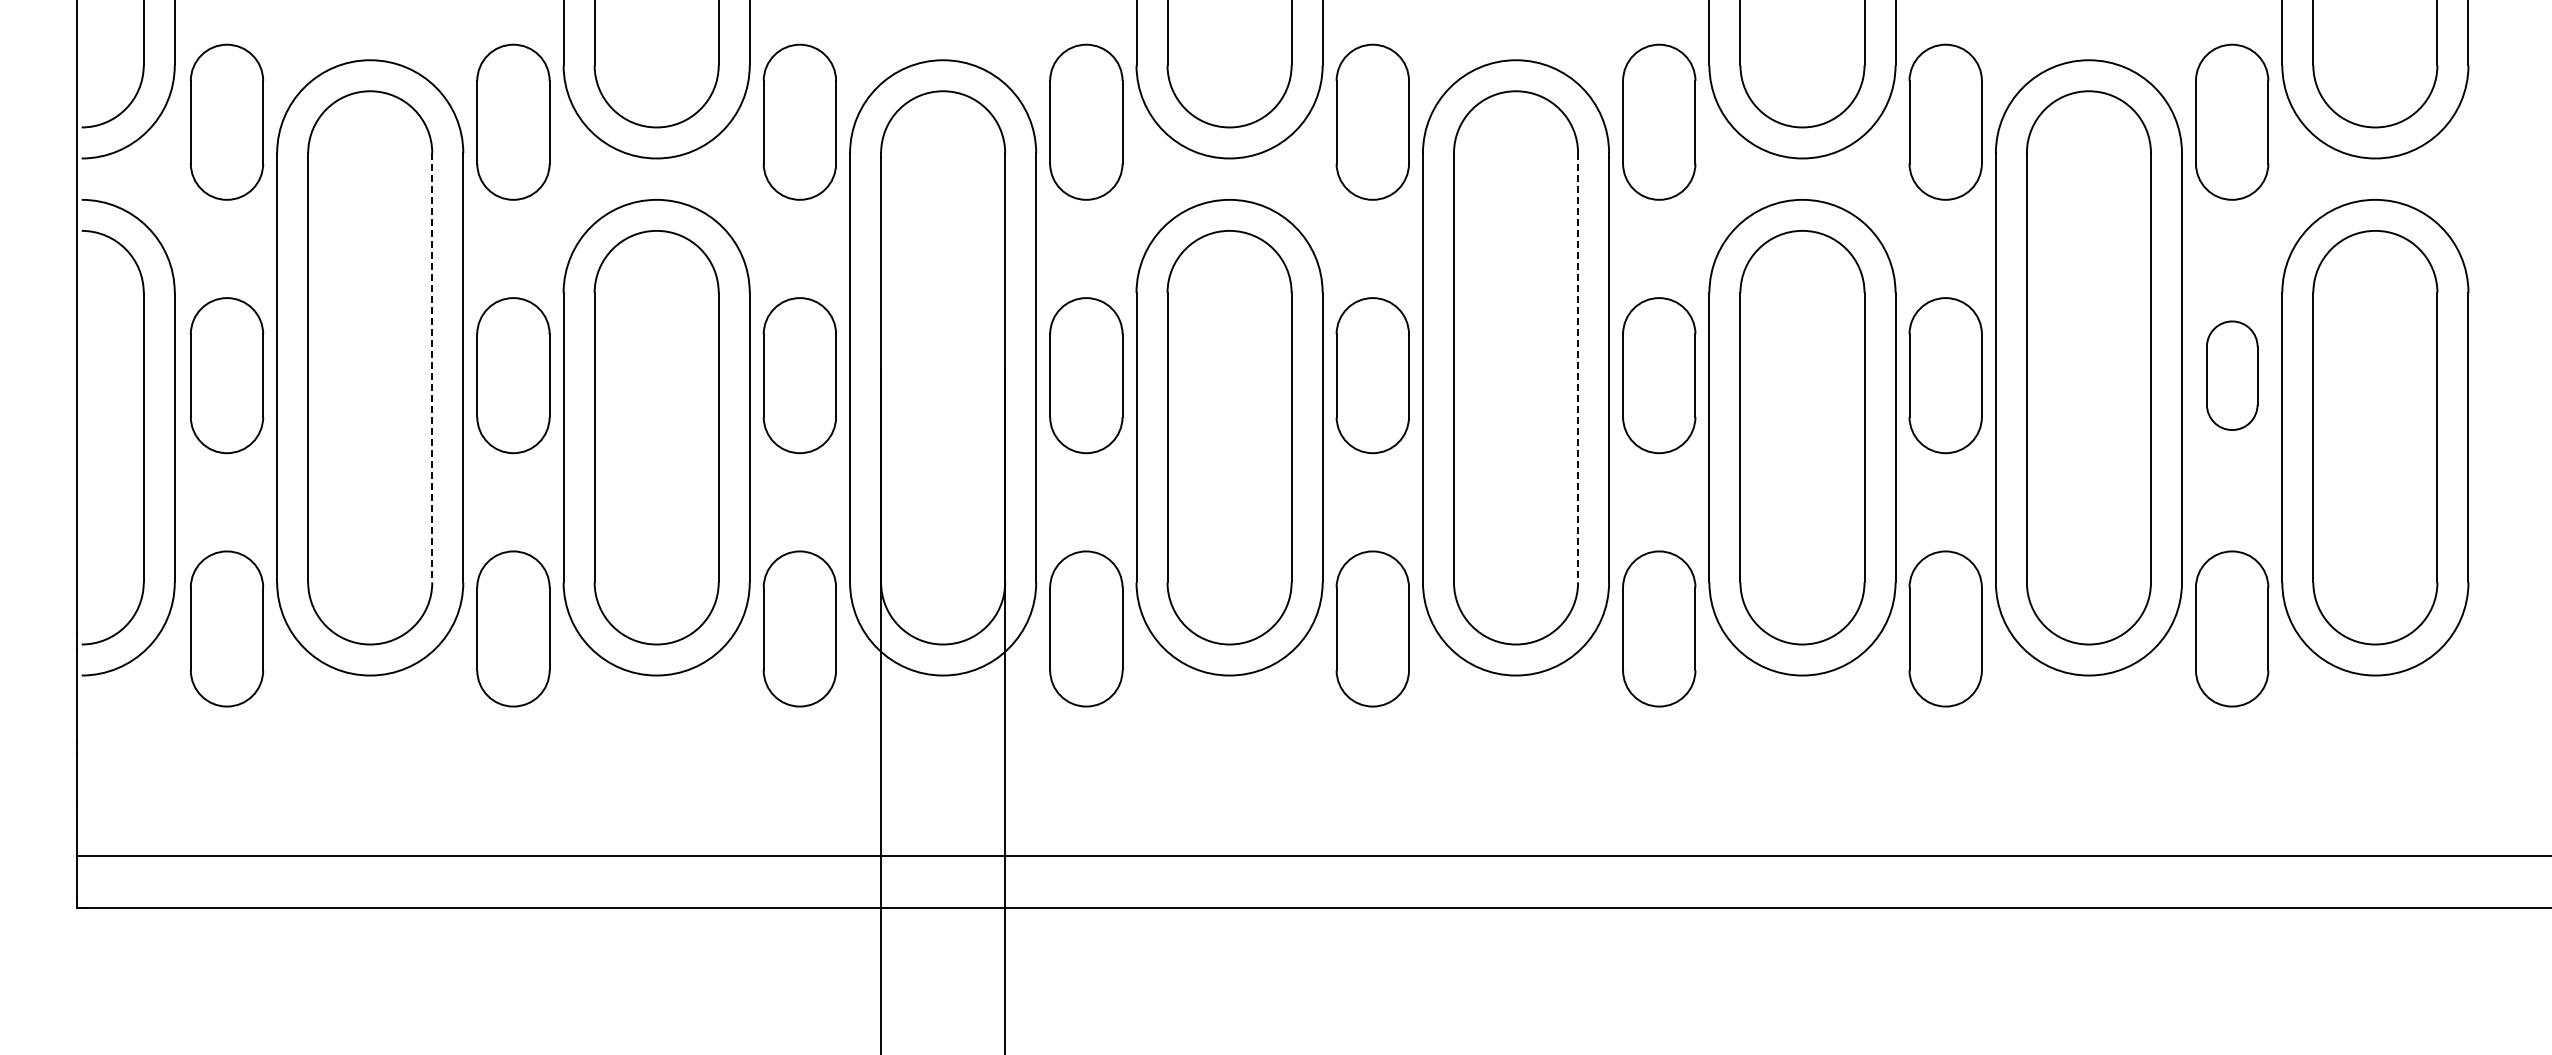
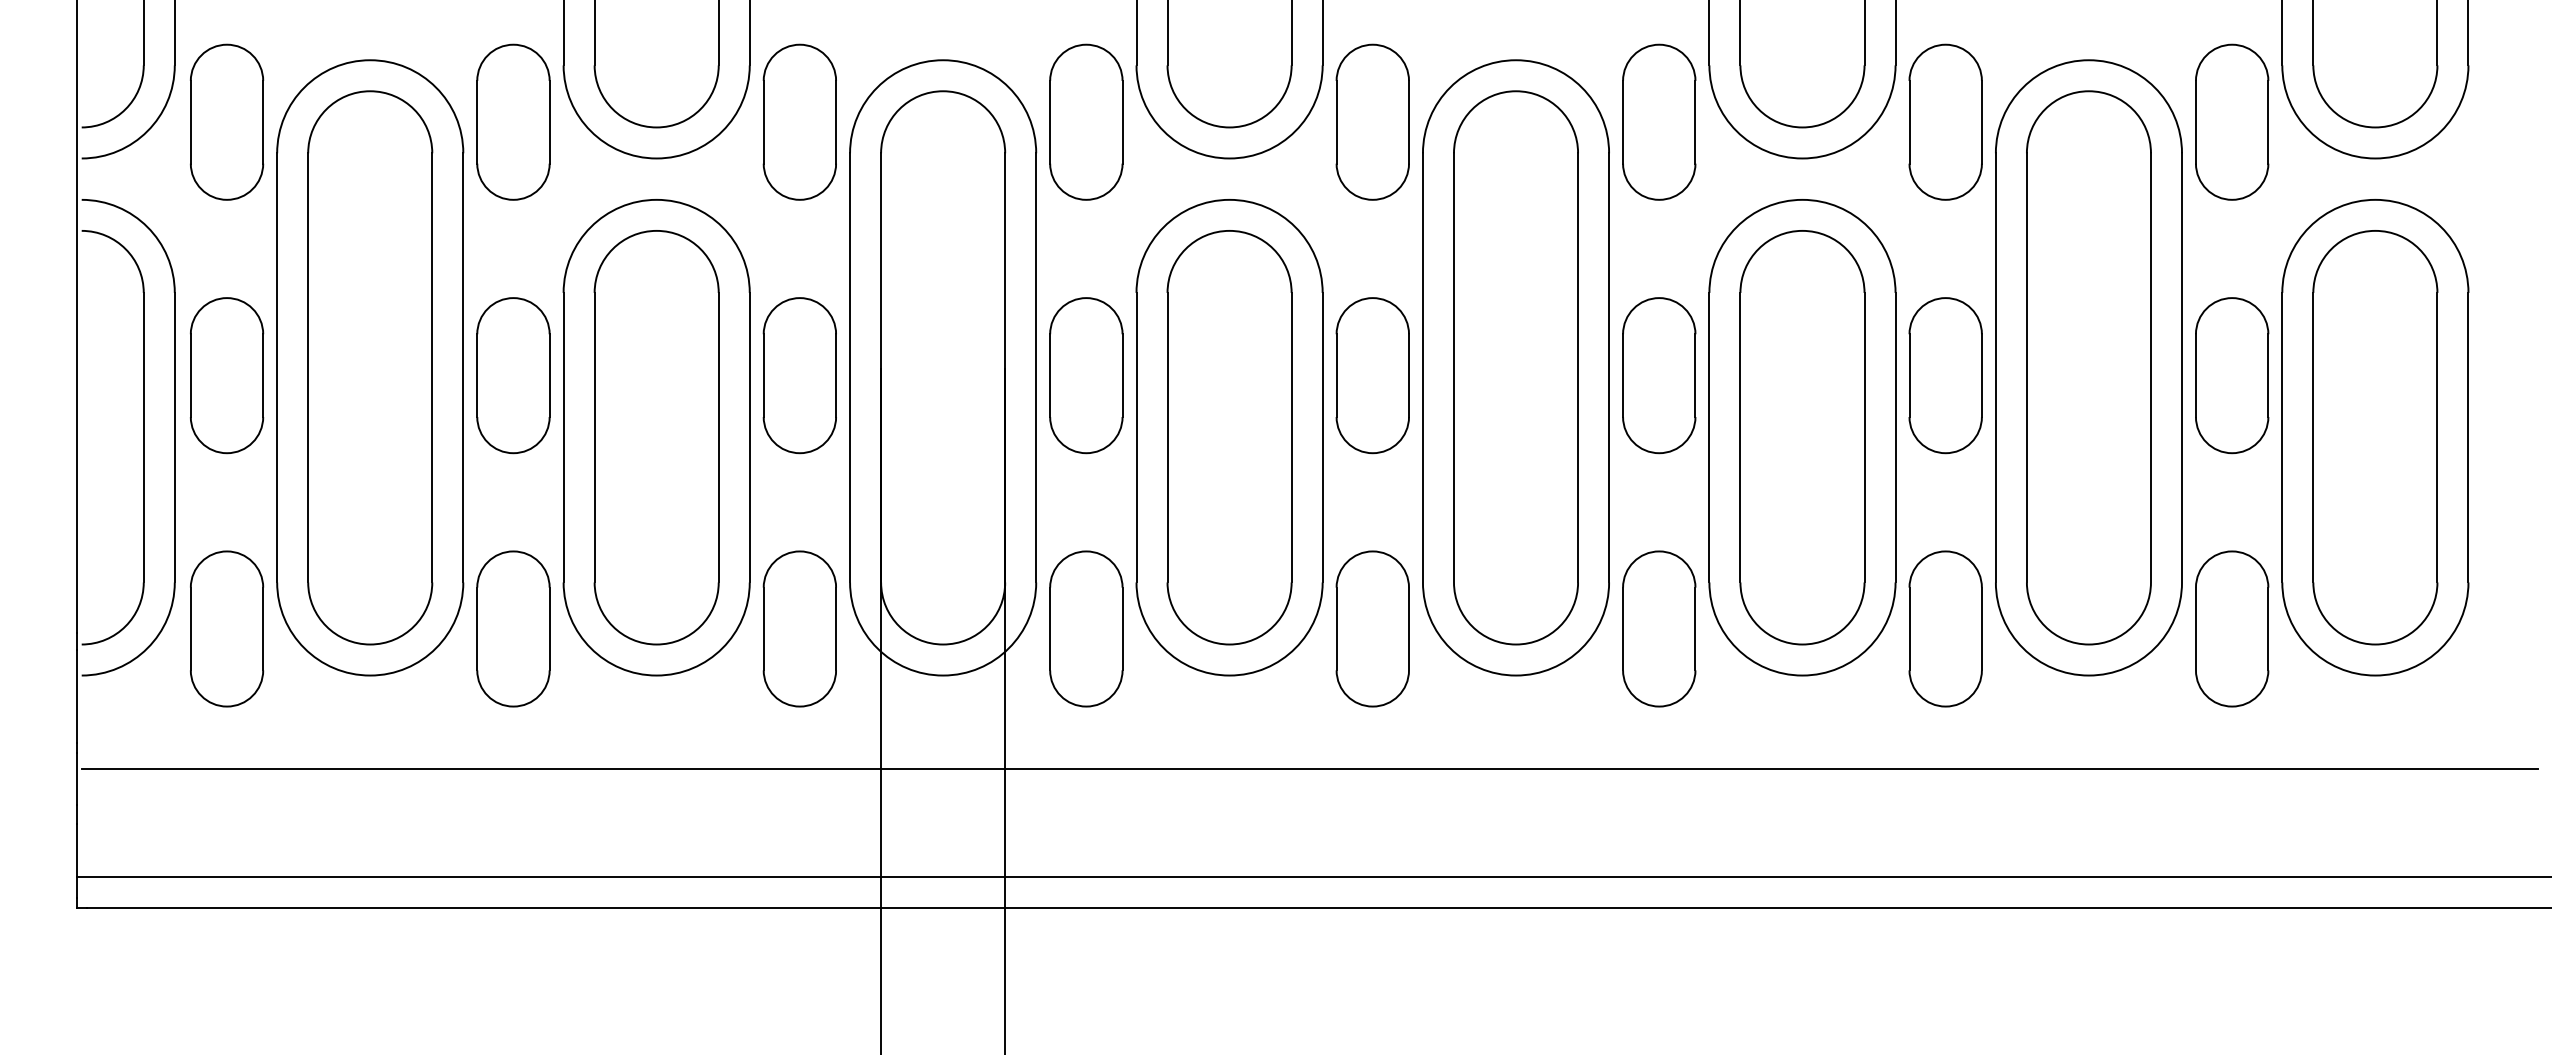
line at (432, 367): dashed -> solid
line at (1578, 367): dashed -> solid
part at (2232, 375) size: 53x111 px -> 75x158 px
line at (1309, 768): none -> present
line at (1312, 856) position: (1312, 856) -> (1312, 877)
